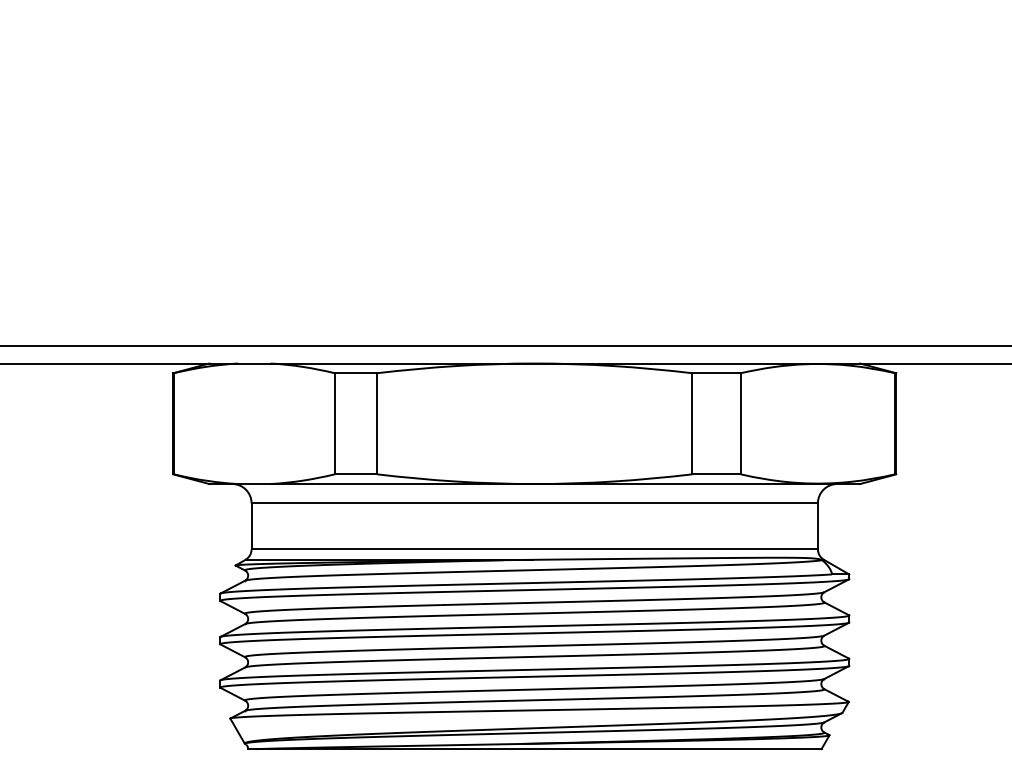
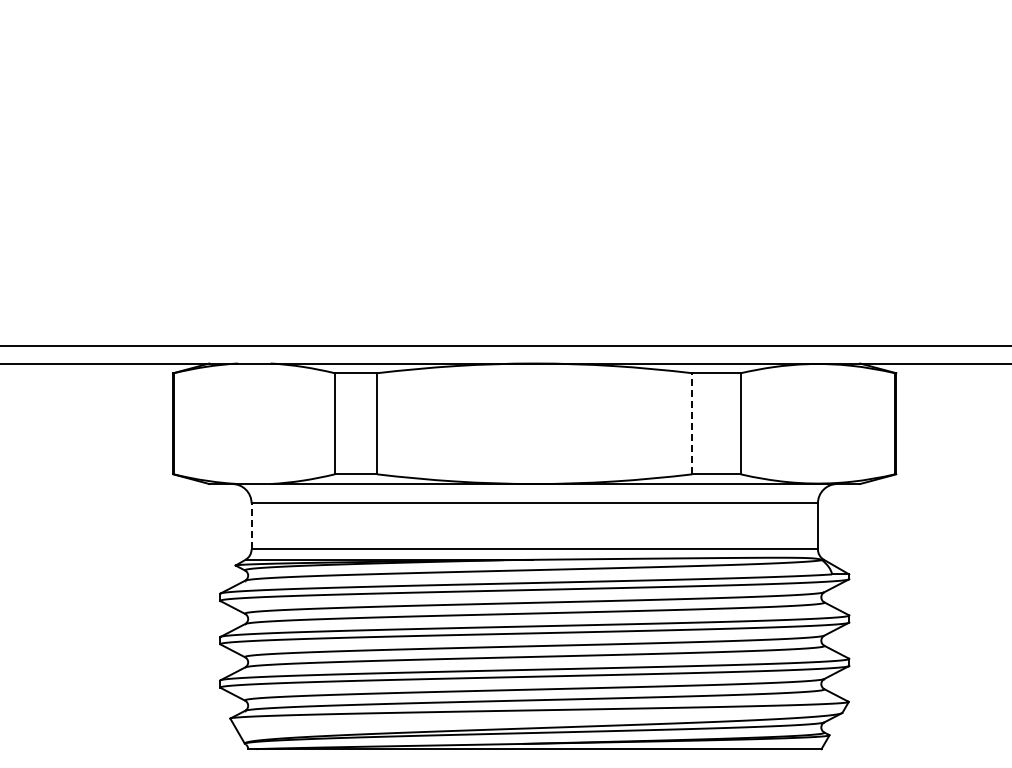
line at (692, 423): solid -> dashed
line at (251, 525): solid -> dashed
